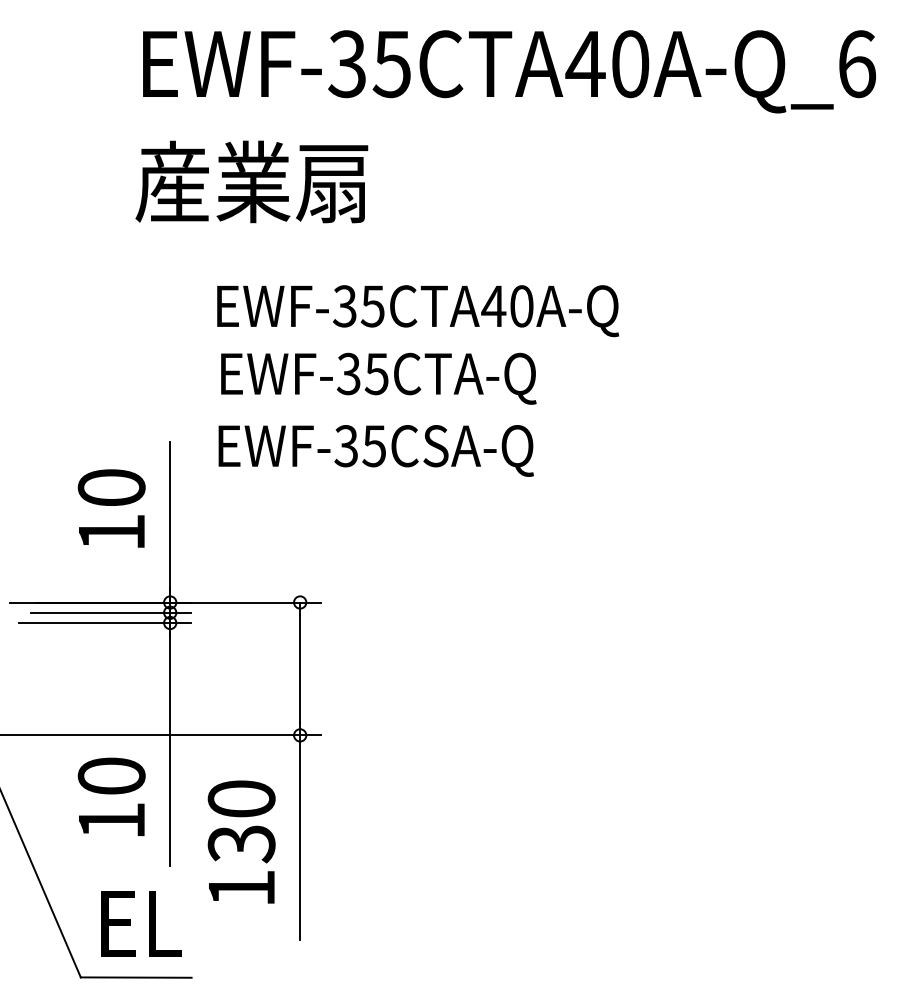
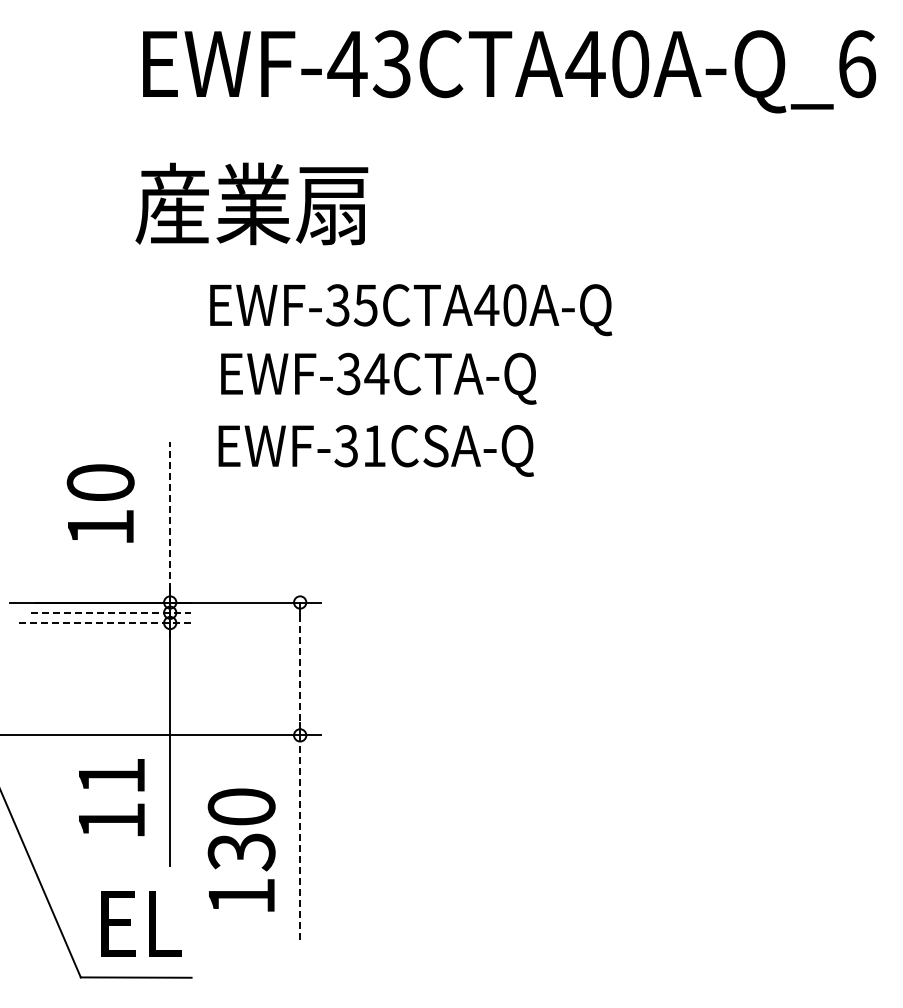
text at (368, 64): EWF-35CTA40A-Q_6 -> EWF-43CTA40A-Q_6
text at (251, 181) position: (251, 181) -> (251, 203)
text at (418, 311) position: (418, 311) -> (411, 310)
text at (376, 374): EWF-35CTA-Q -> EWF-34CTA-Q
text at (373, 446): EWF-35CSA-Q -> EWF-31CSA-Q
text at (111, 508) position: (111, 508) -> (100, 503)
line at (170, 516): solid -> dashed
line at (110, 612): solid -> dashed
line at (105, 623): solid -> dashed
line at (300, 669): solid -> dashed
text at (111, 775): 10 -> 11
line at (300, 837): solid -> dashed
text at (241, 841) position: (241, 841) -> (241, 849)
